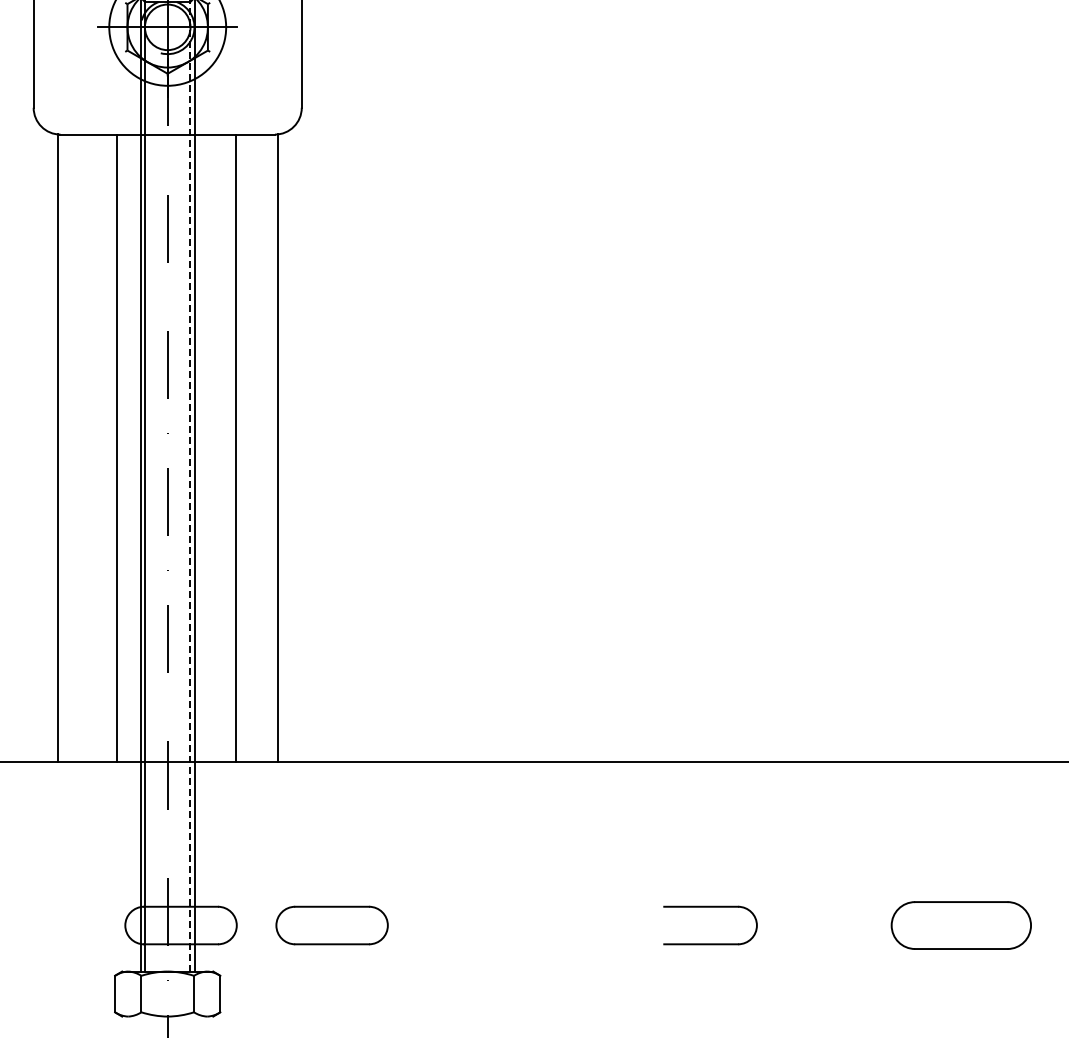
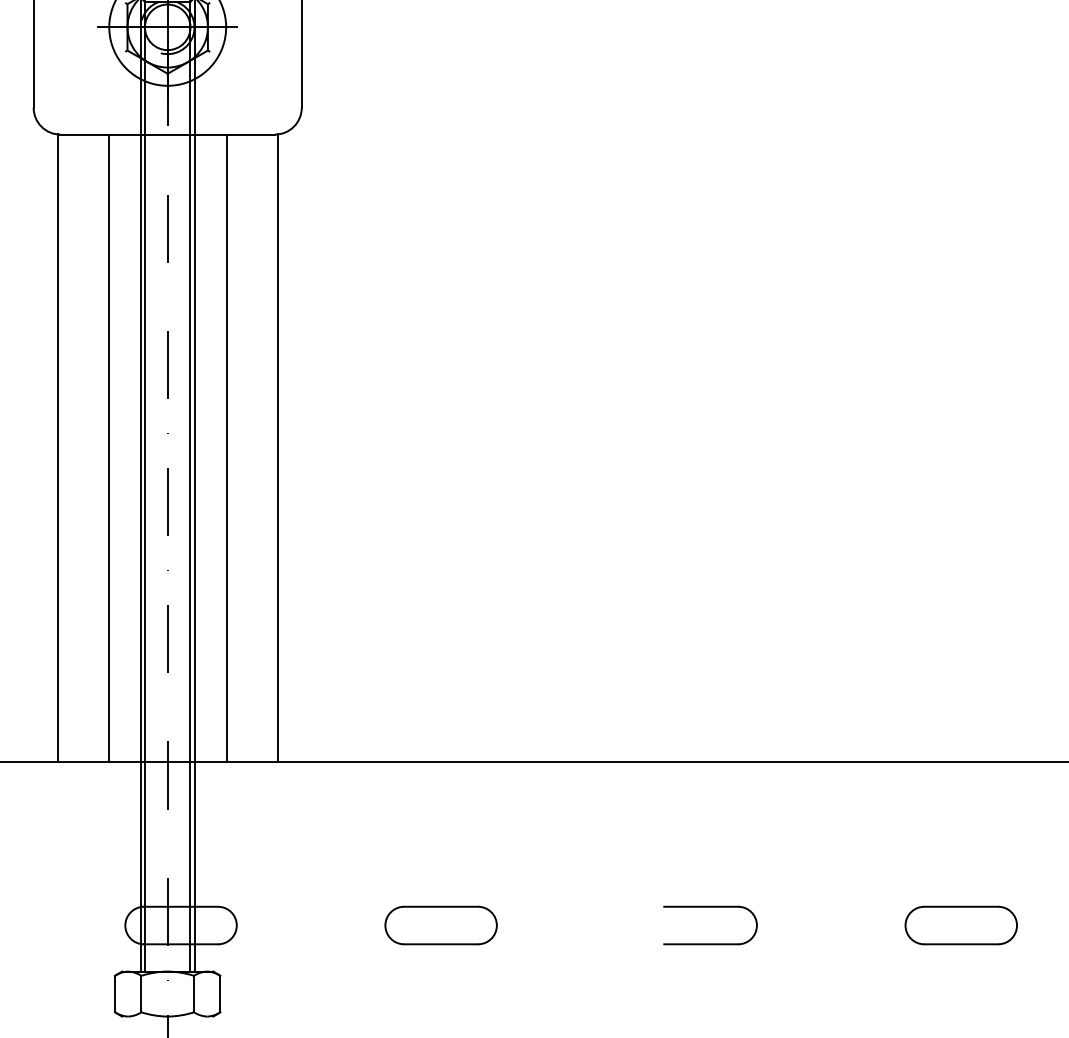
line at (116, 447) position: (116, 447) -> (108, 447)
line at (235, 447) position: (235, 447) -> (226, 447)
line at (190, 485): dashed -> solid
part at (331, 925) position: (331, 925) -> (440, 925)
part at (960, 925) size: 142x49 px -> 114x41 px
